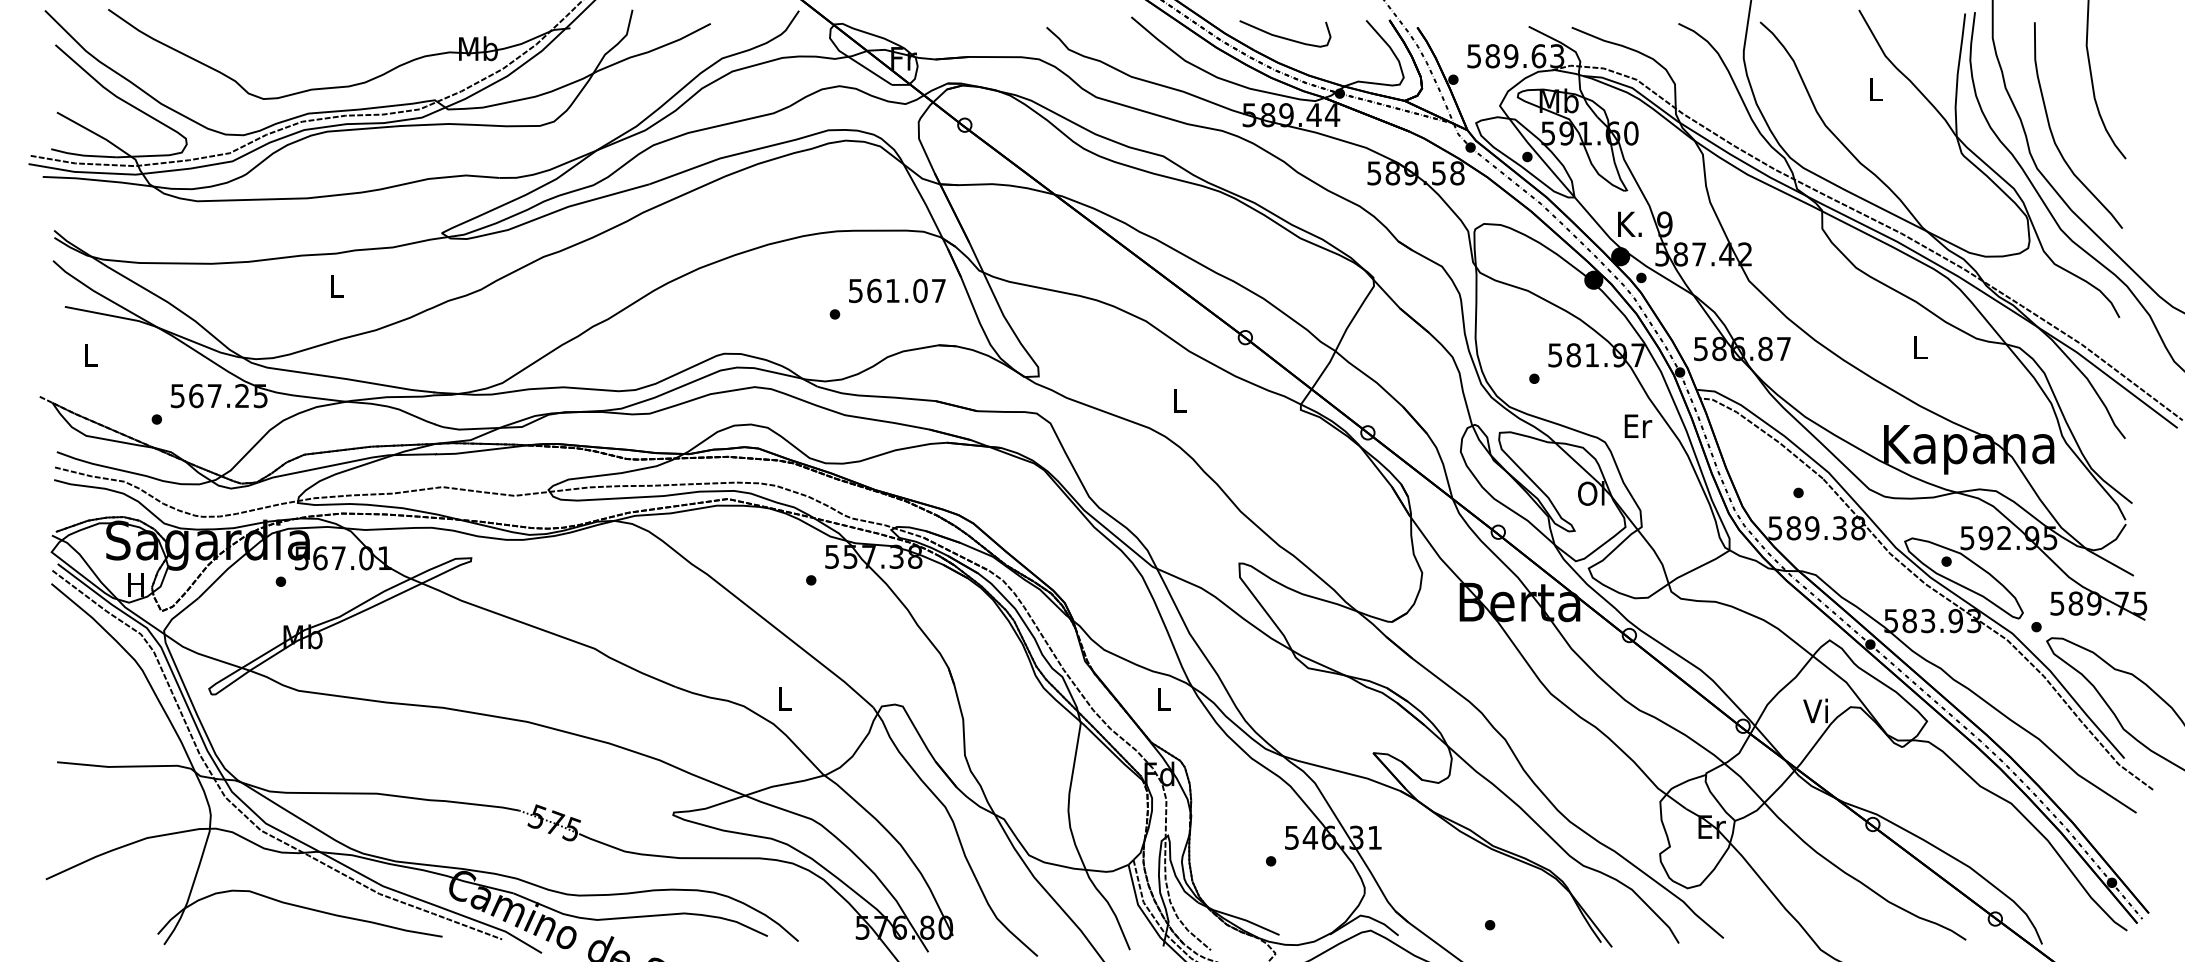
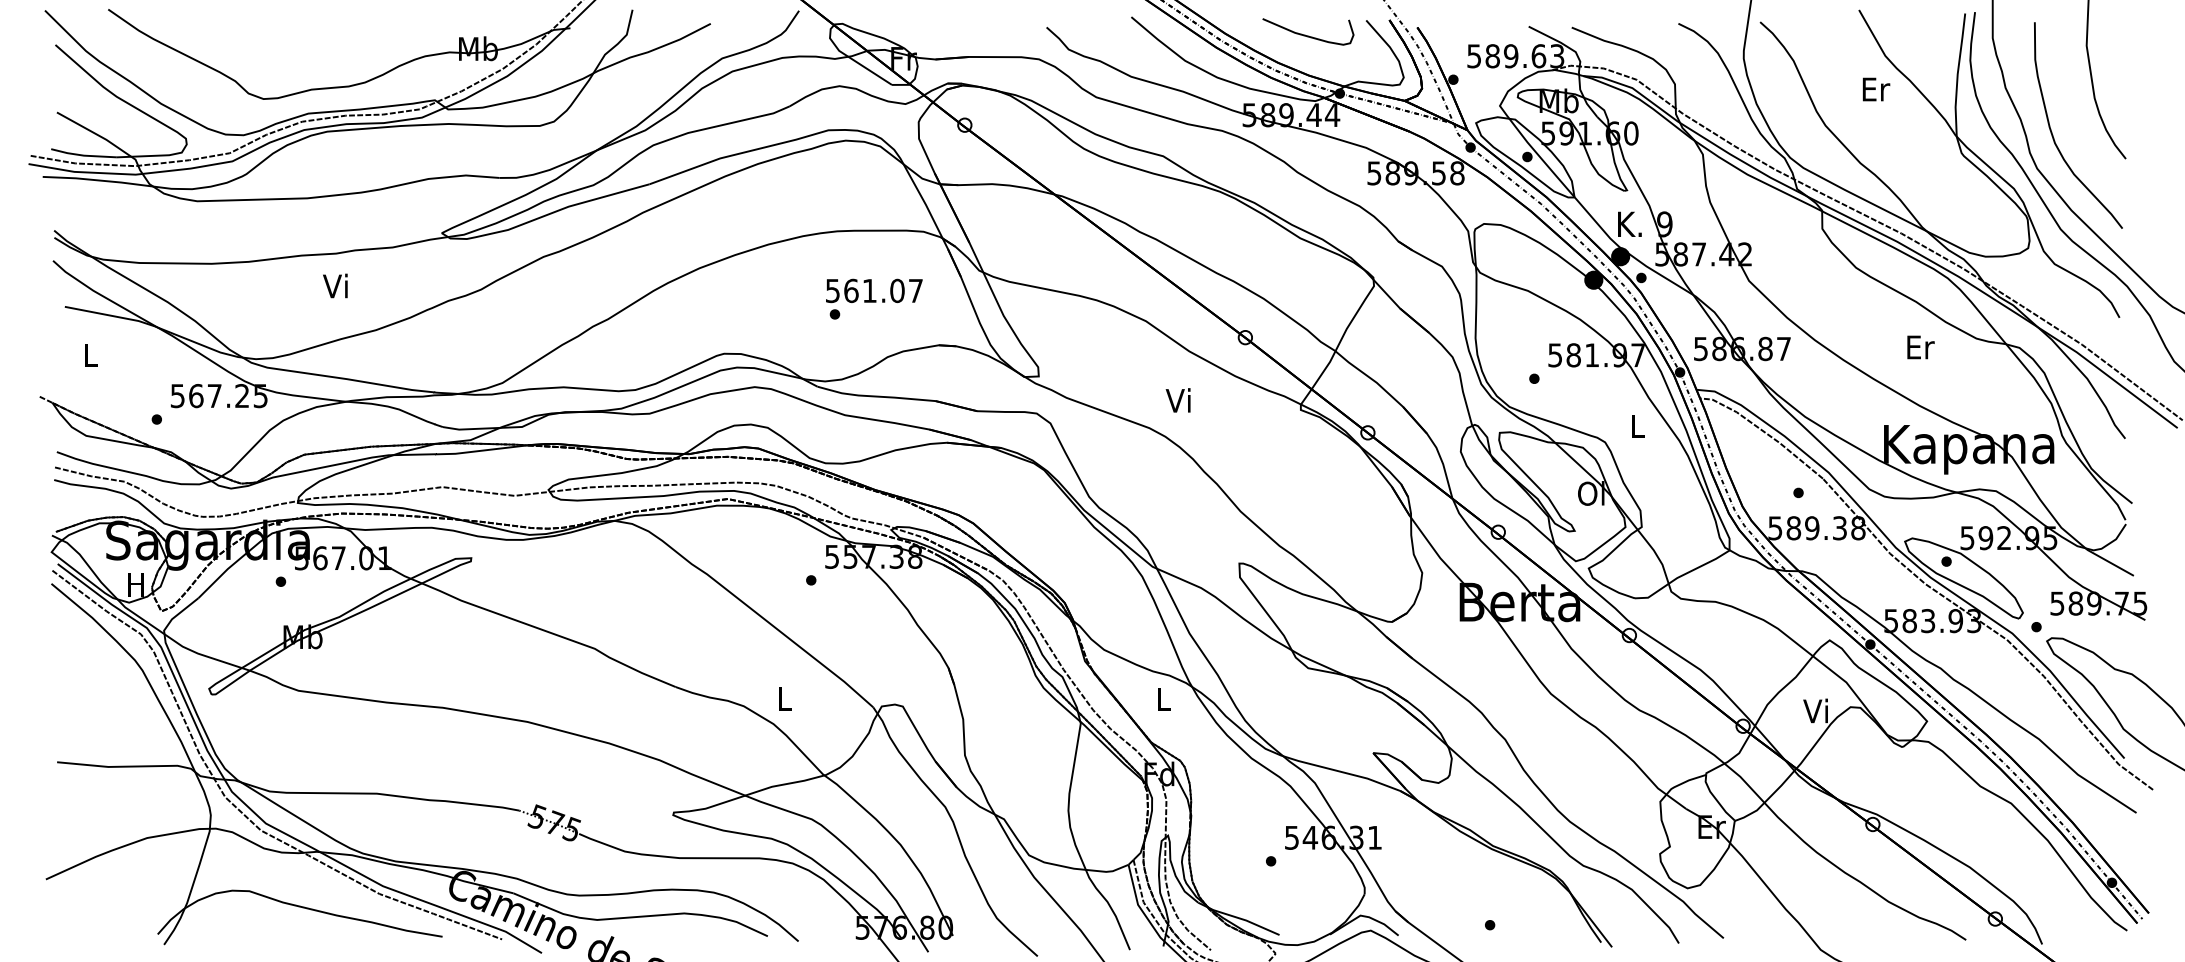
curve at (1285, 37) position: (1285, 37) -> (1308, 35)
text at (1876, 89): L -> Er
text at (335, 285): L -> Vi
text at (897, 290) position: (897, 290) -> (874, 290)
text at (1920, 347): L -> Er
text at (1177, 400): L -> Vi
text at (1638, 425): Er -> L
